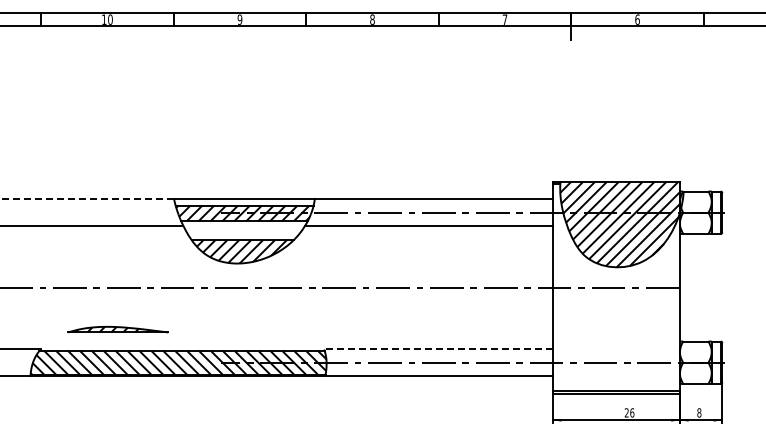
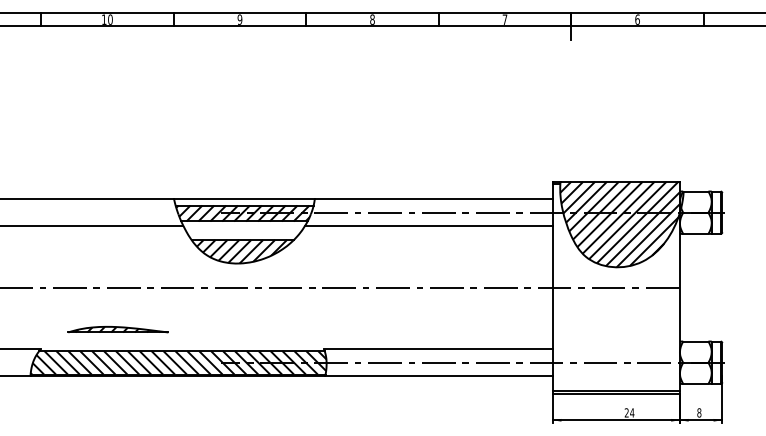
line at (87, 199): dashed -> solid
line at (437, 349): dashed -> solid
text at (632, 412): 26 -> 24
